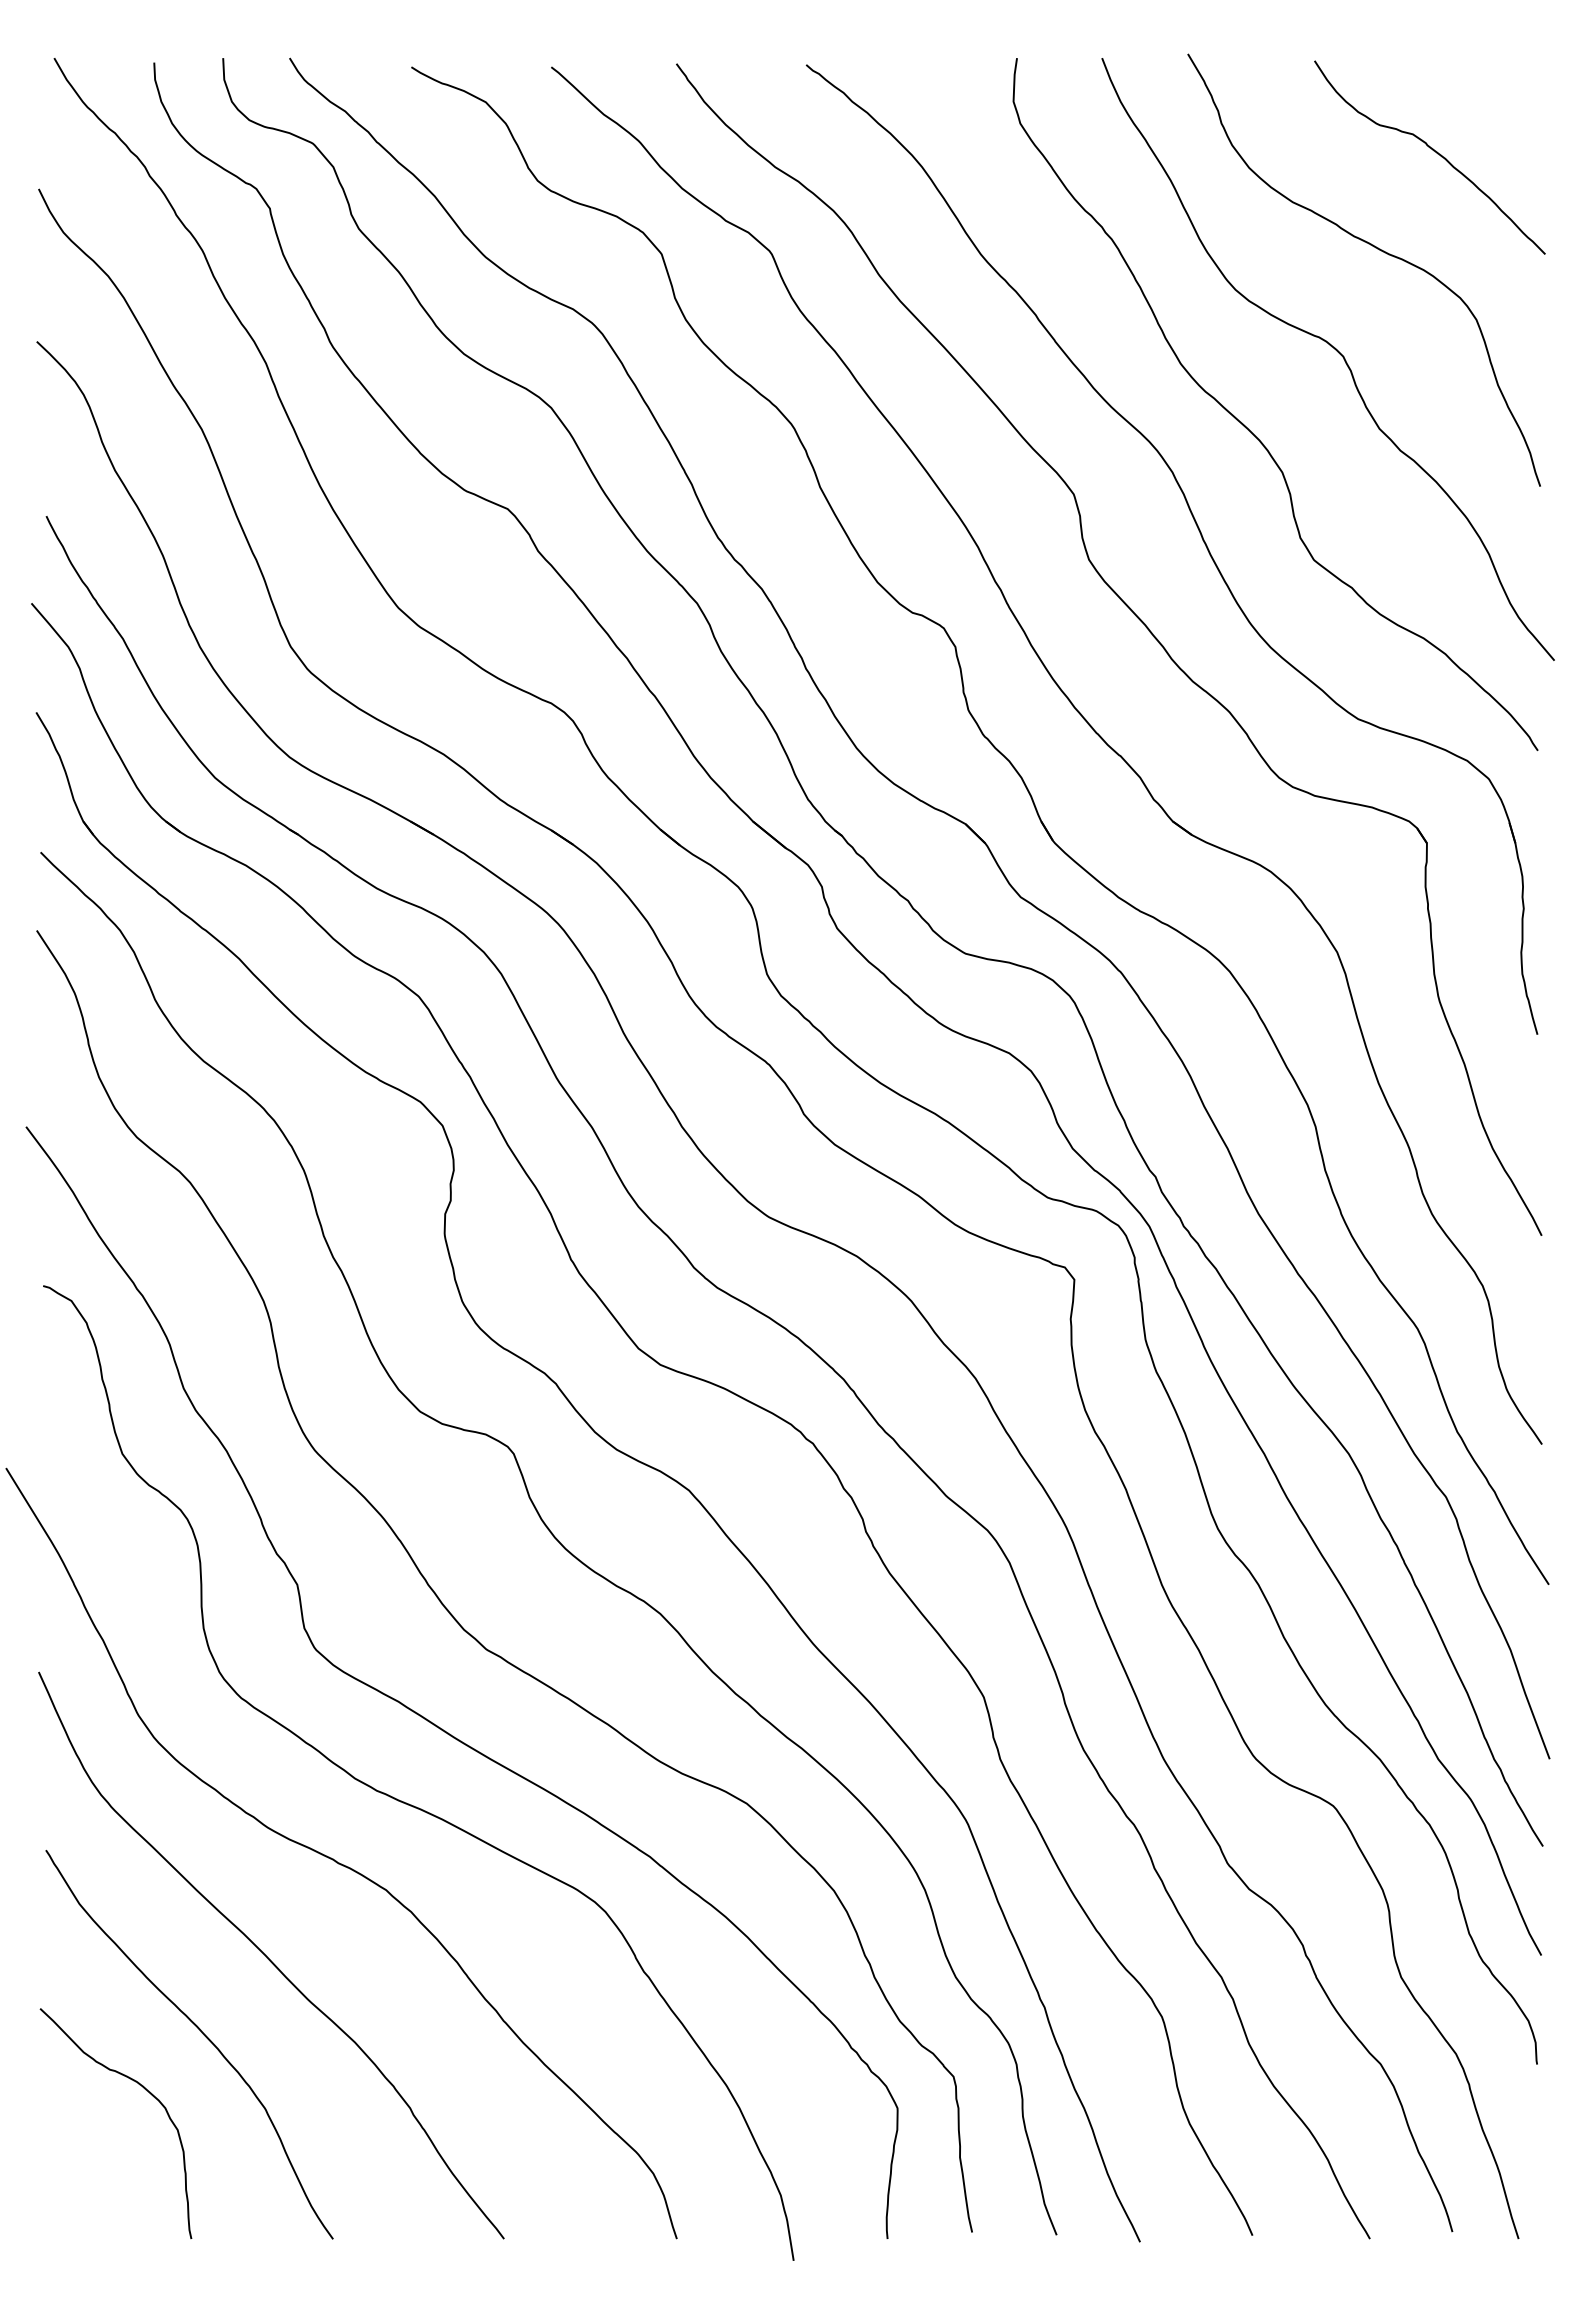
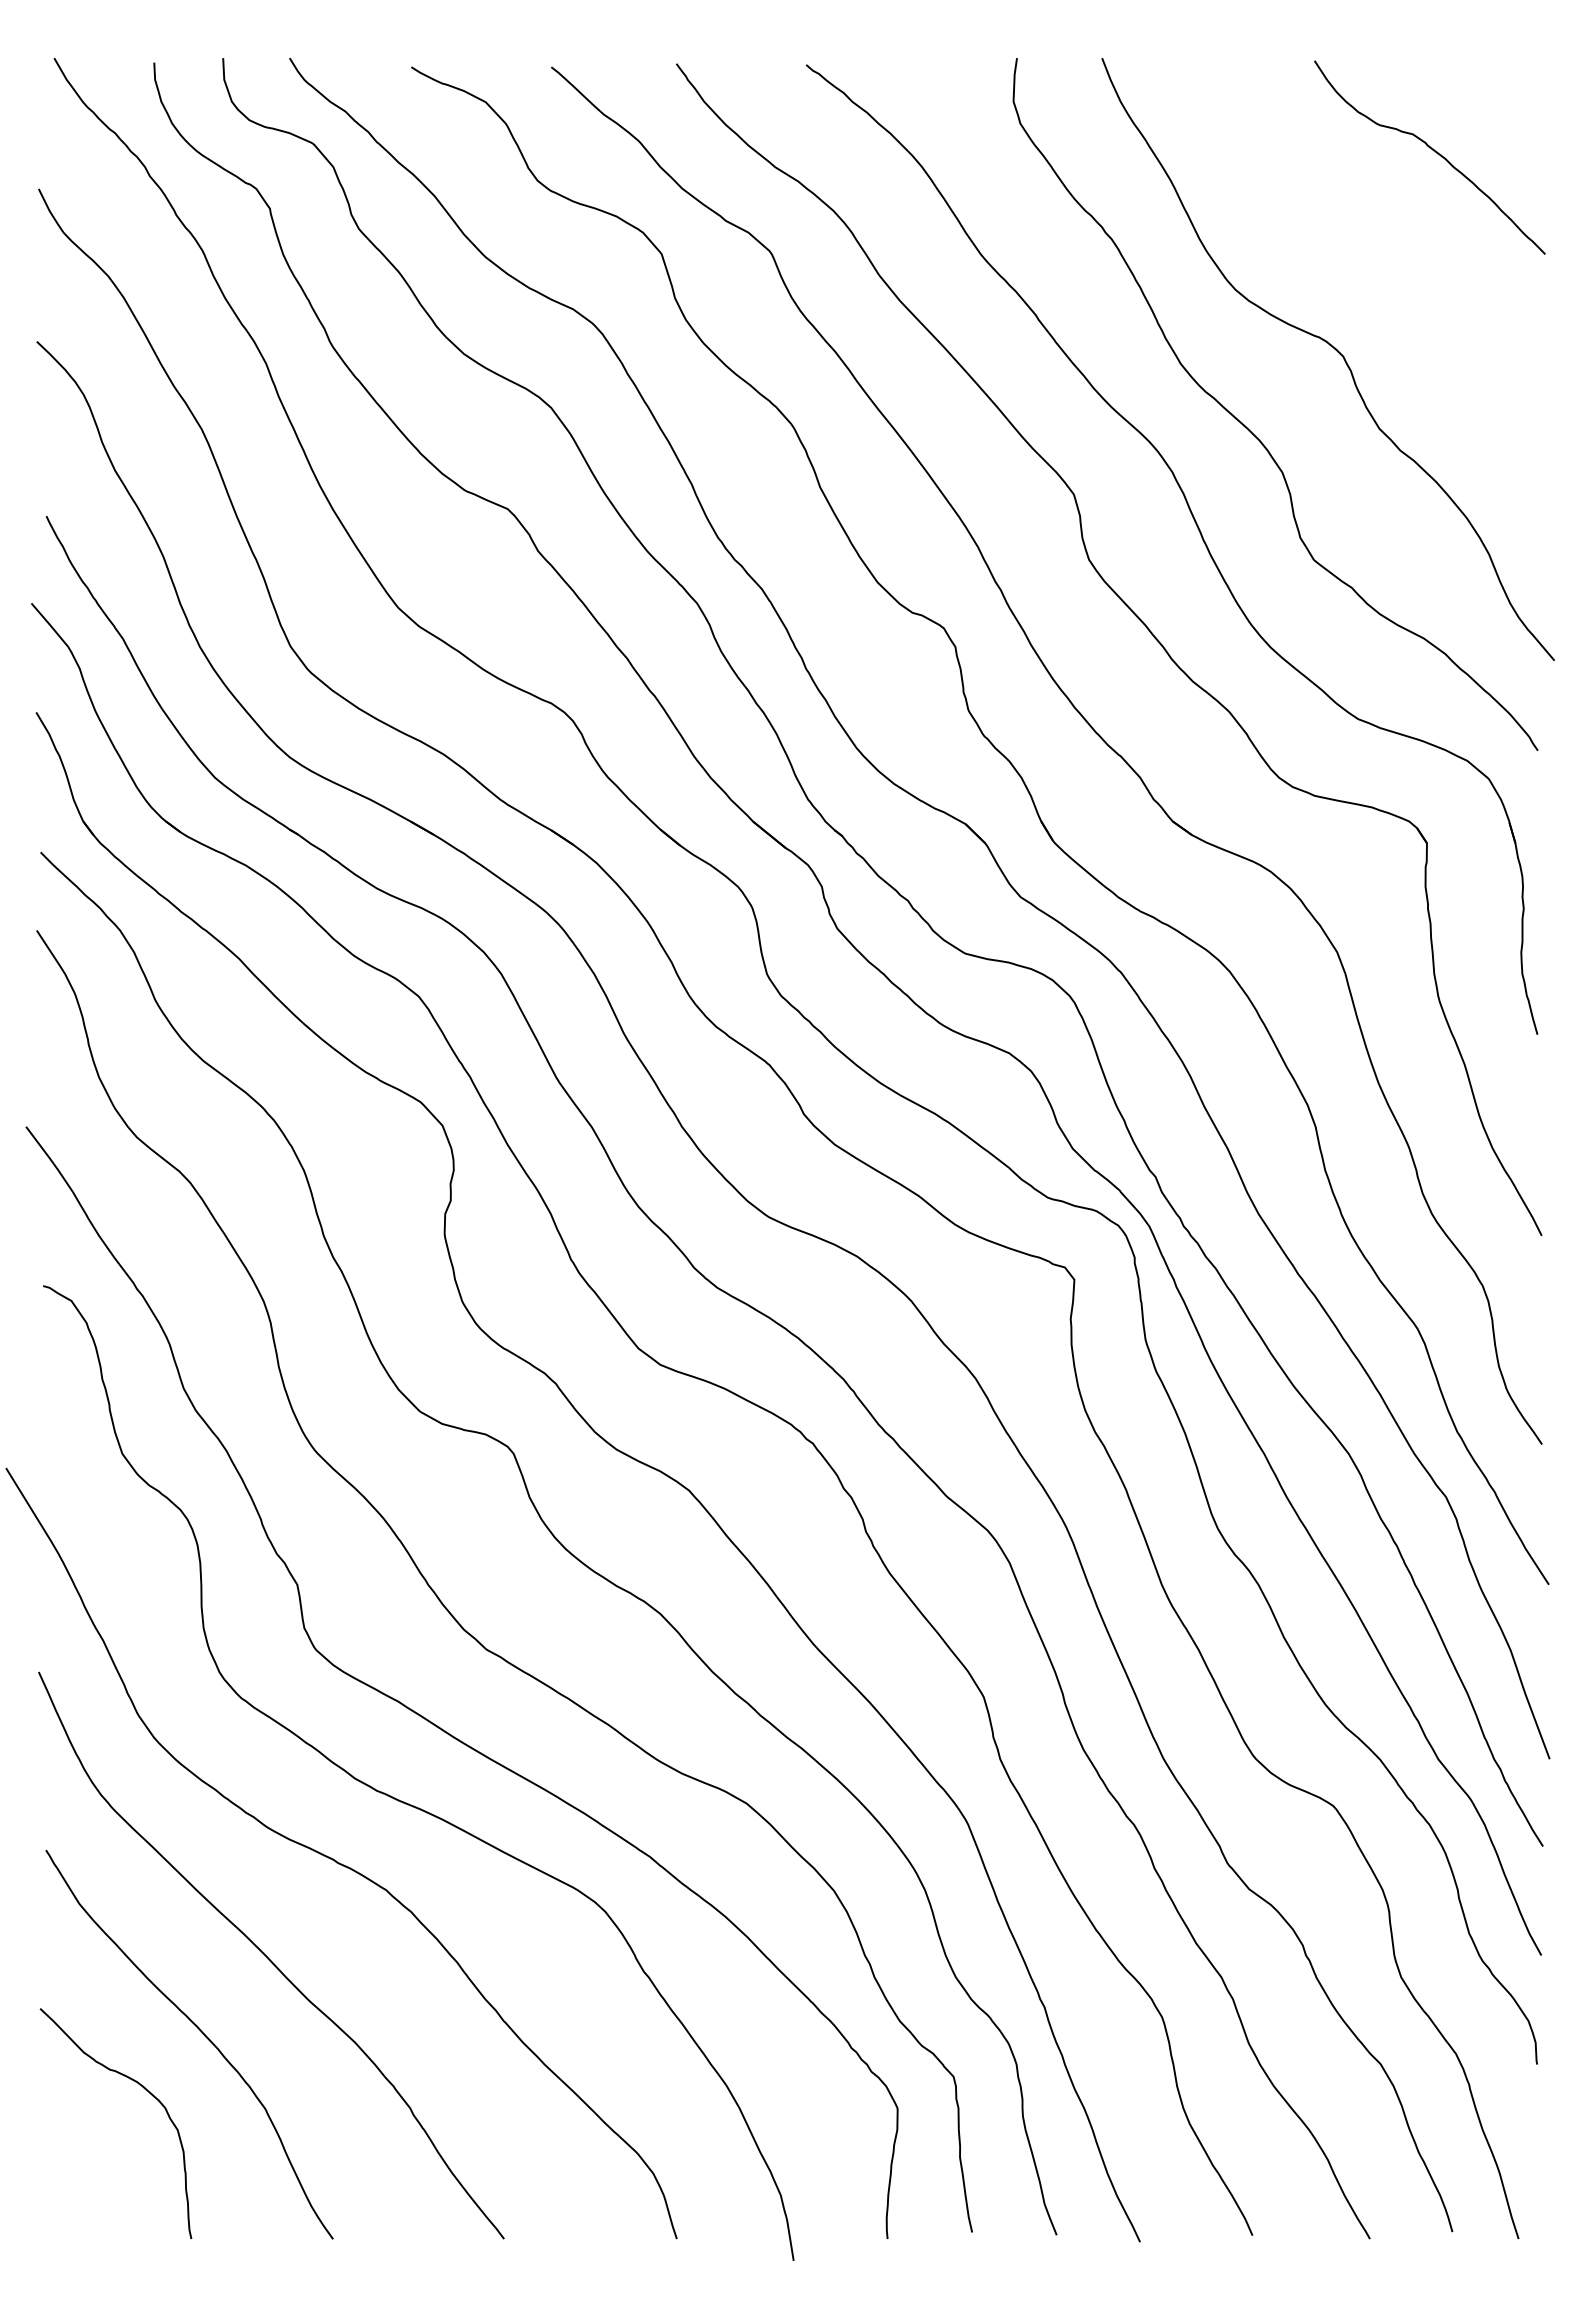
curve at (1375, 248): present -> none
